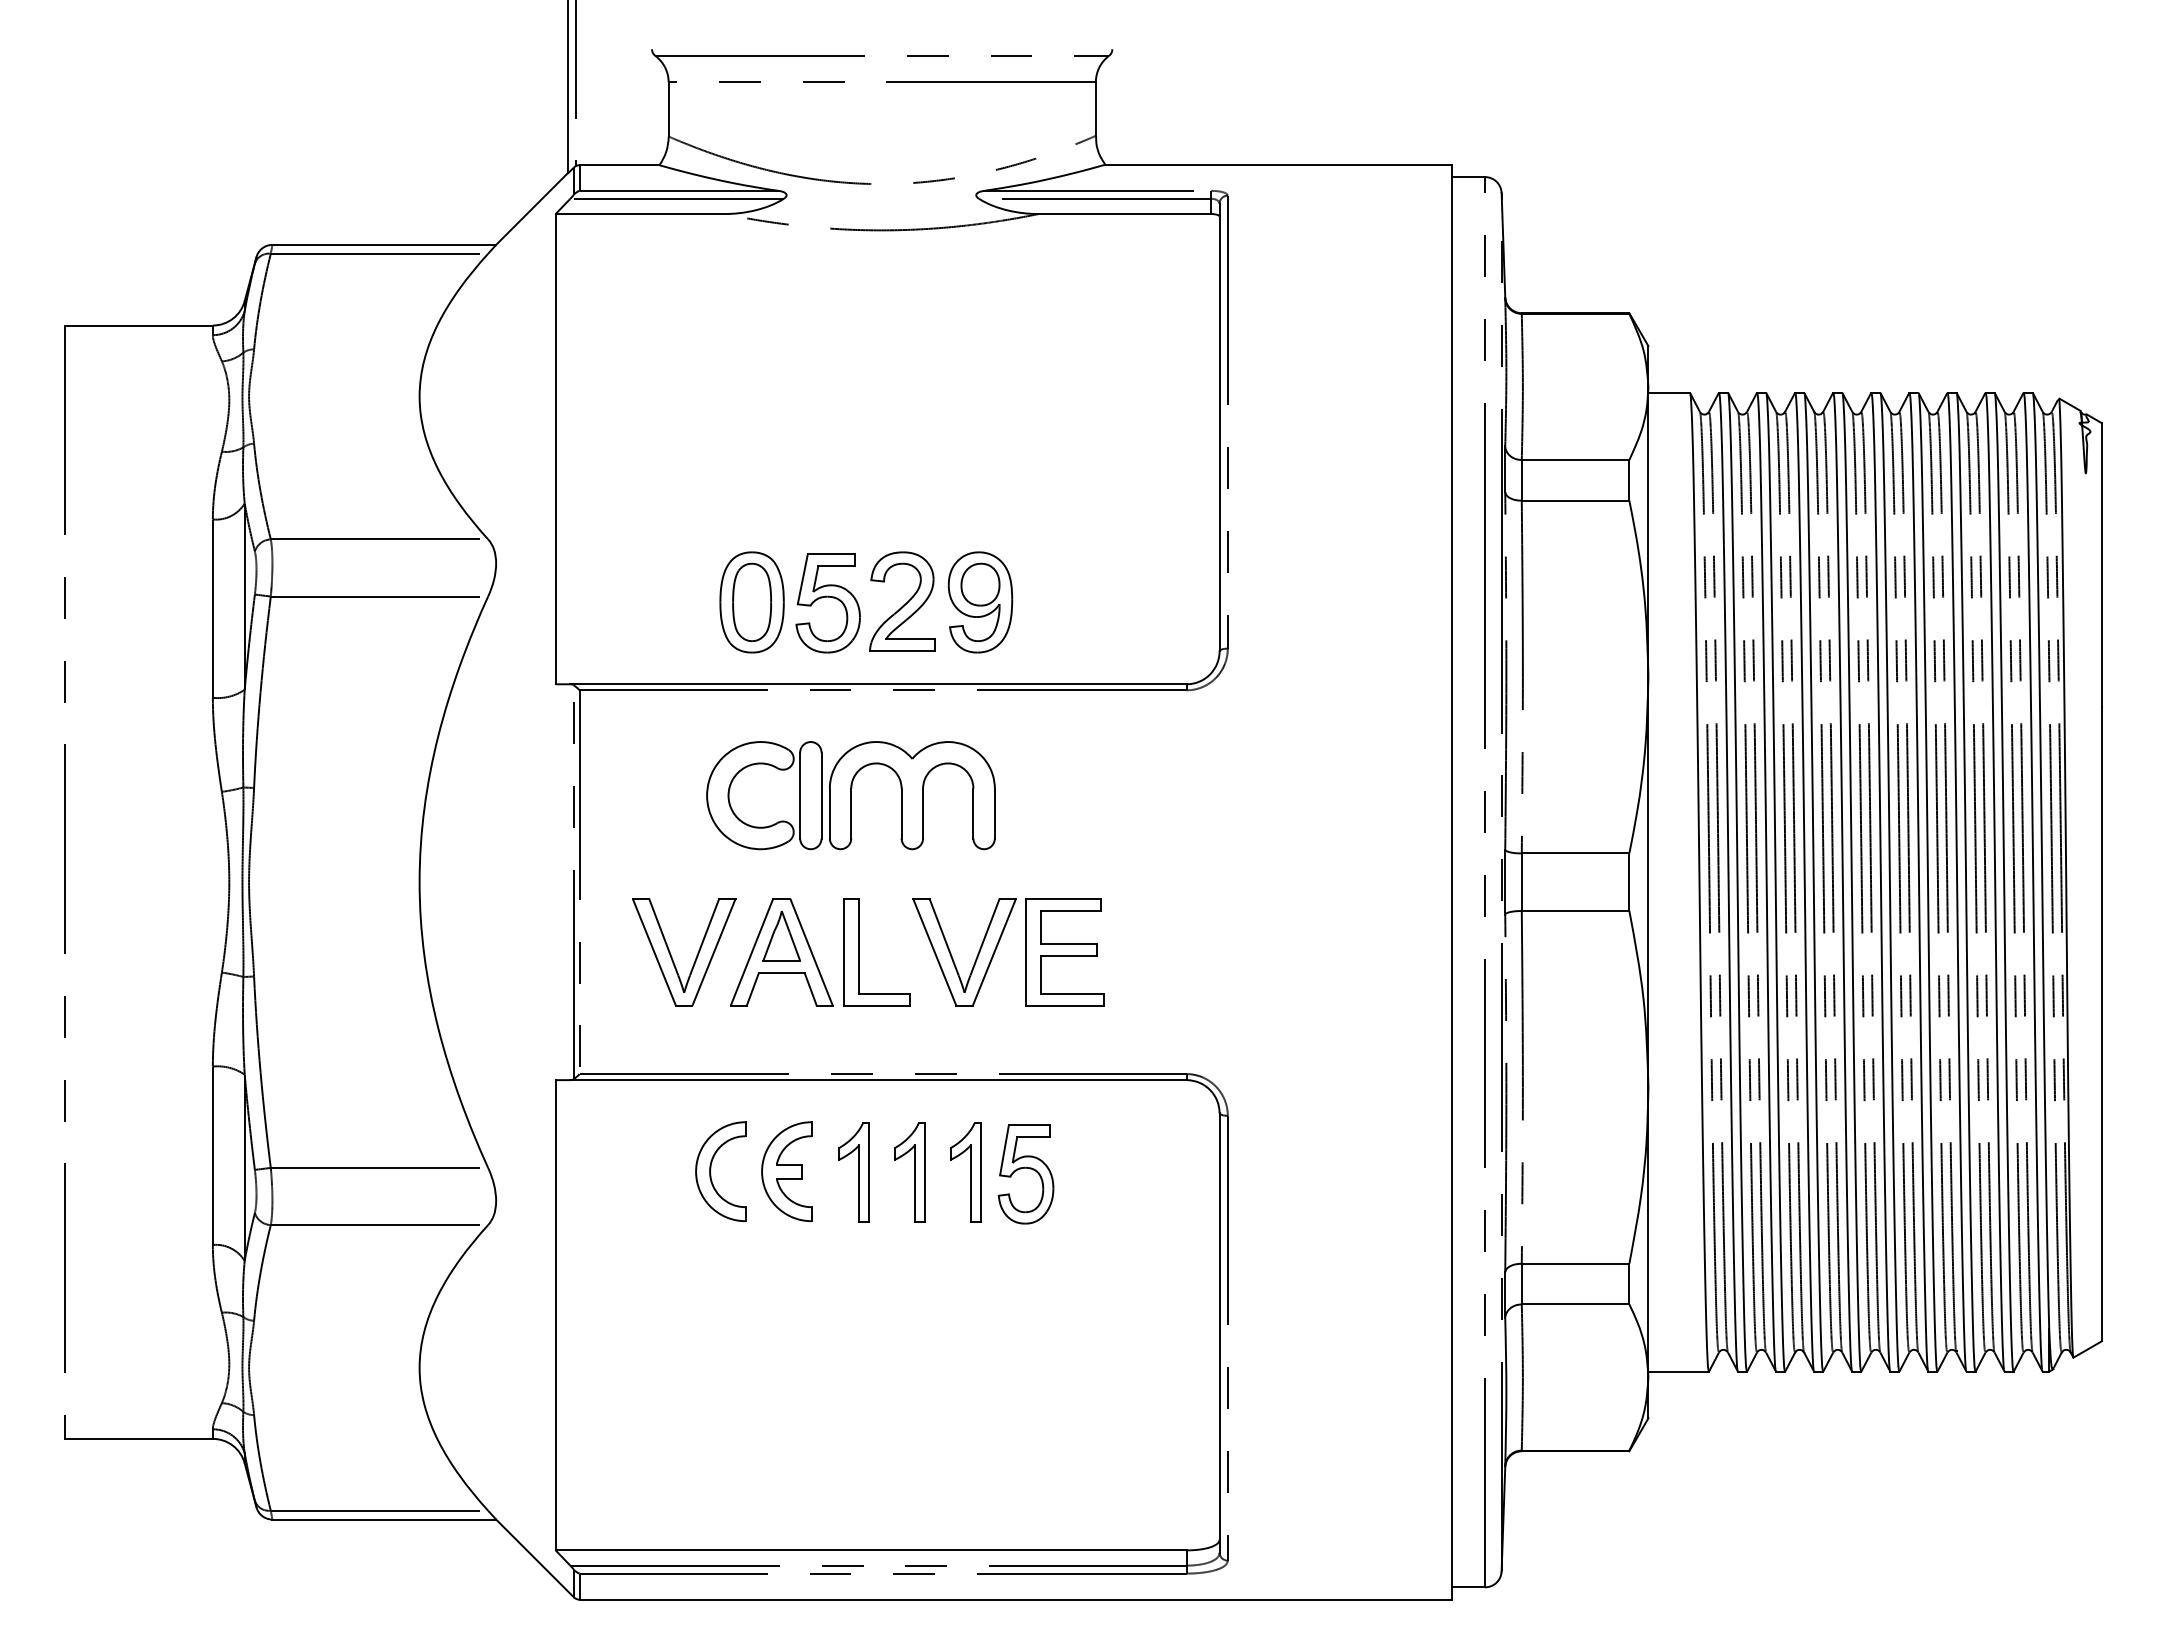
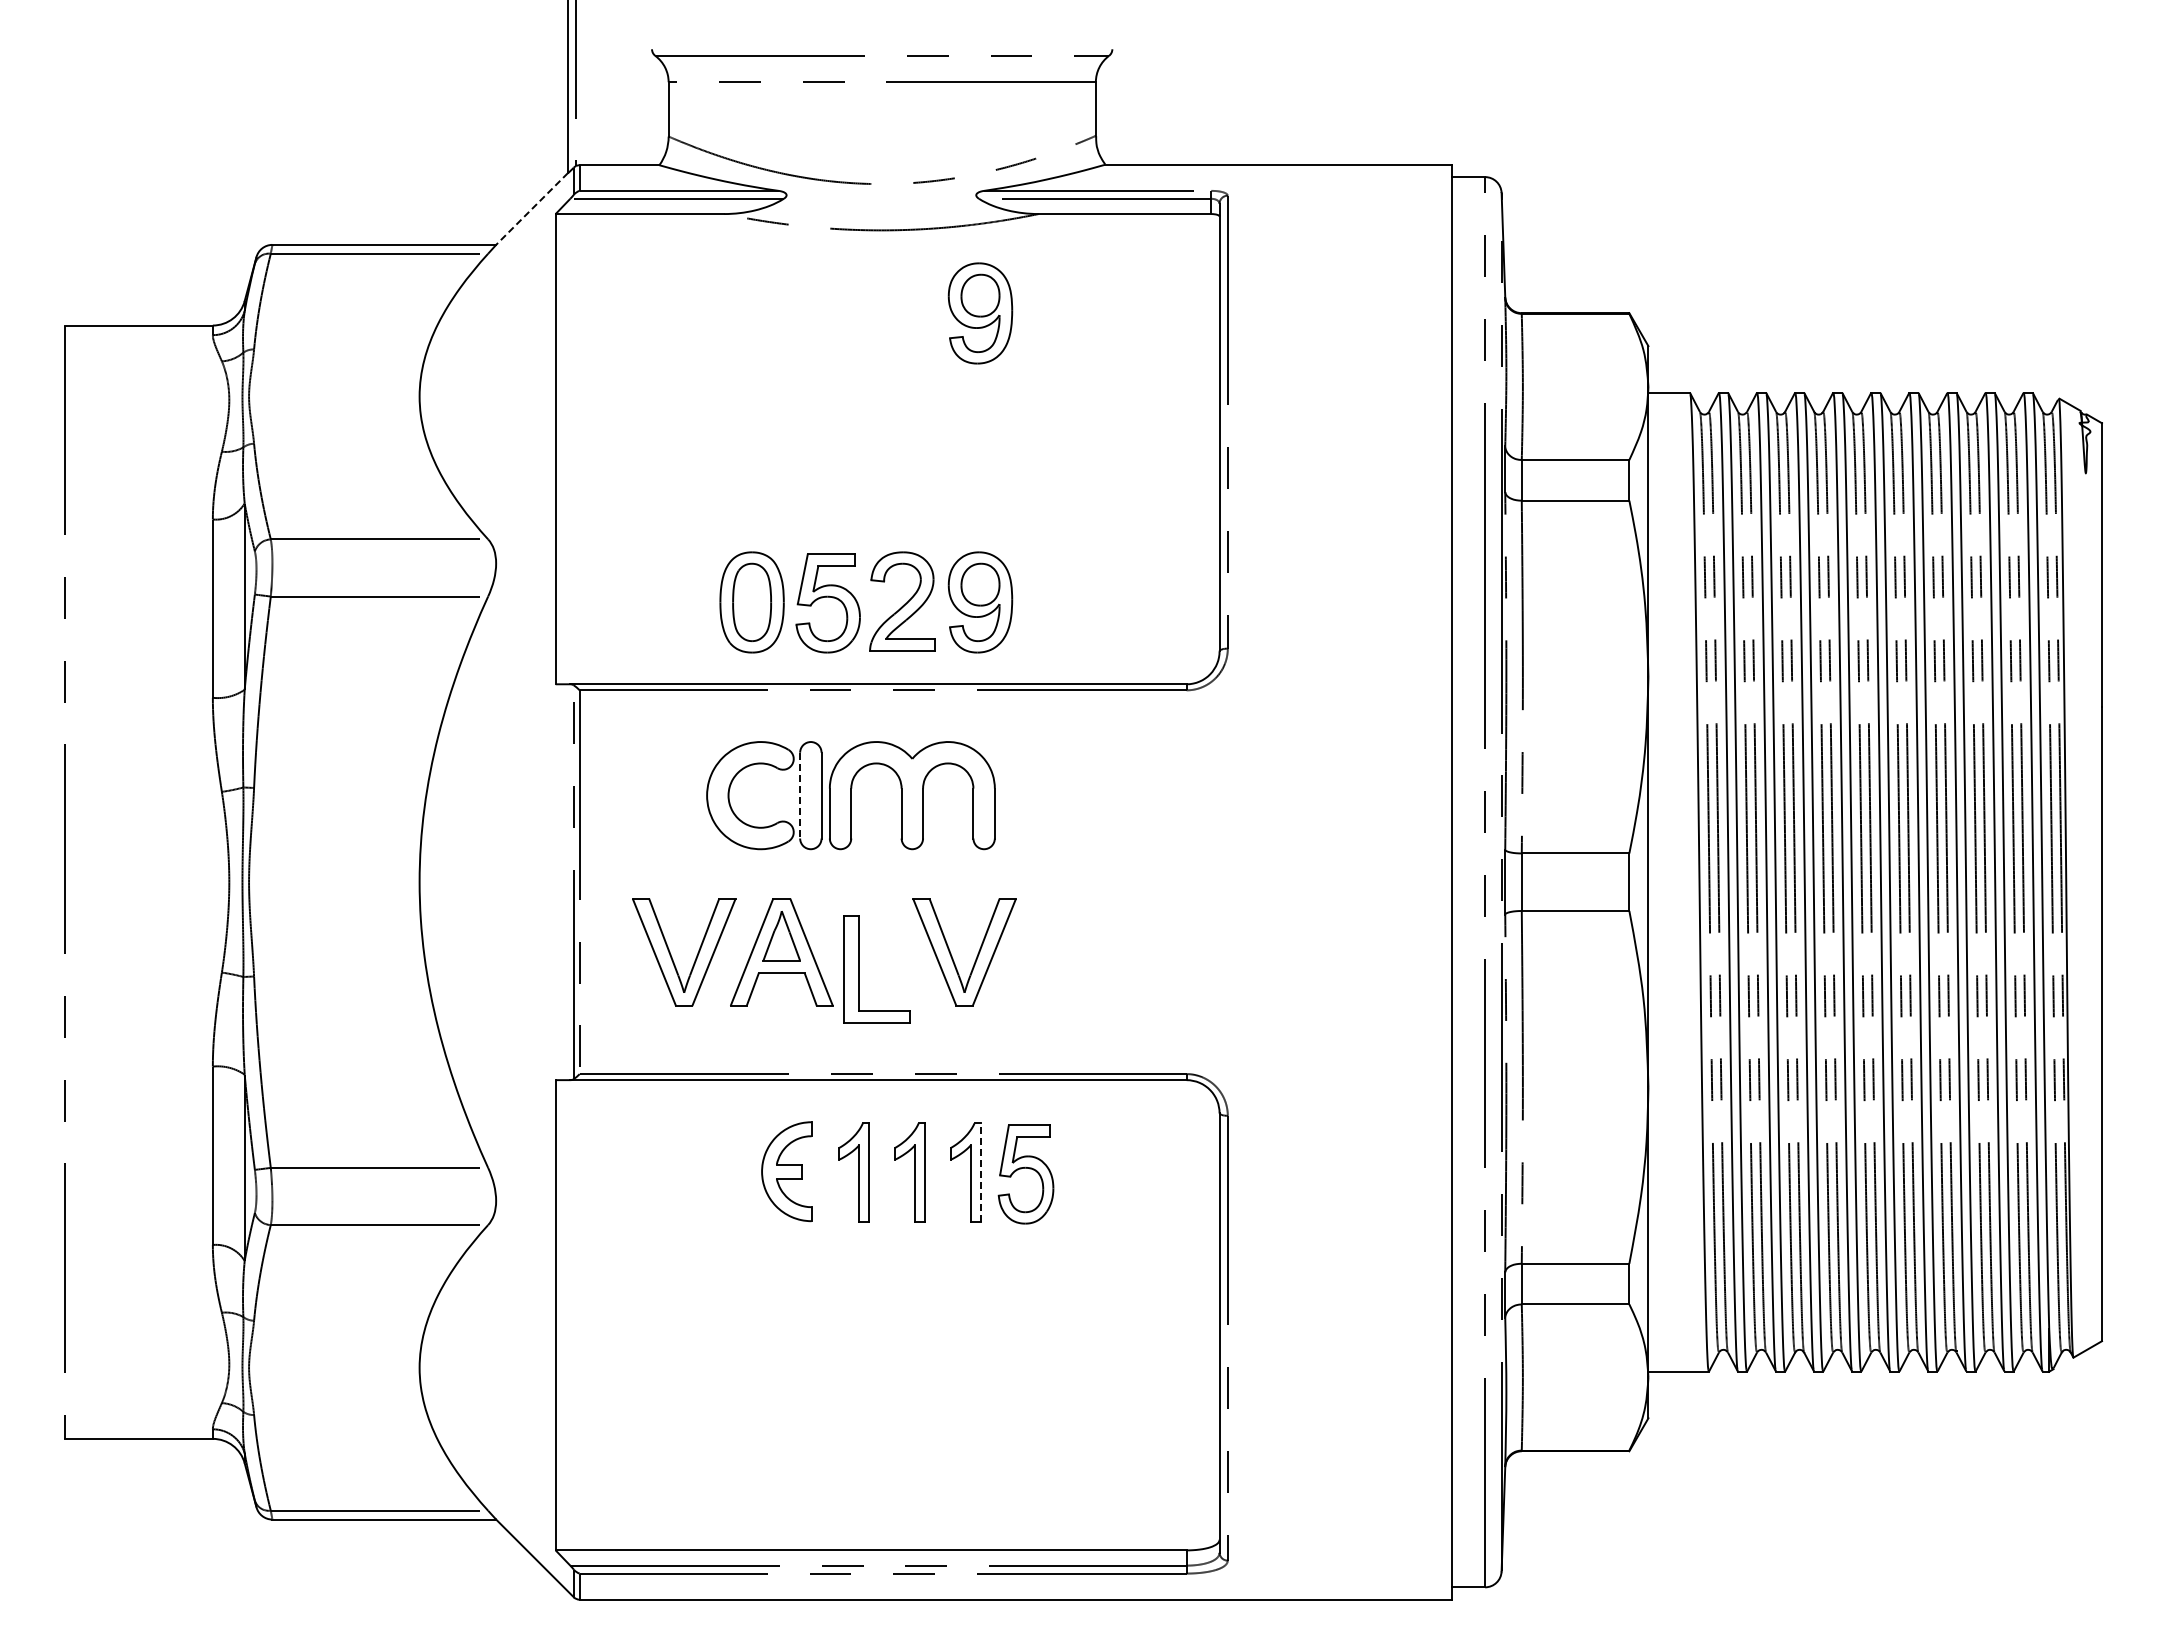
line at (532, 208): solid -> dashed
part at (980, 313): none -> present
line at (800, 795): solid -> dashed
part at (859, 952) position: (859, 952) -> (859, 969)
part at (1064, 952): present -> none
part at (711, 1169): present -> none
line at (981, 1172): solid -> dashed
